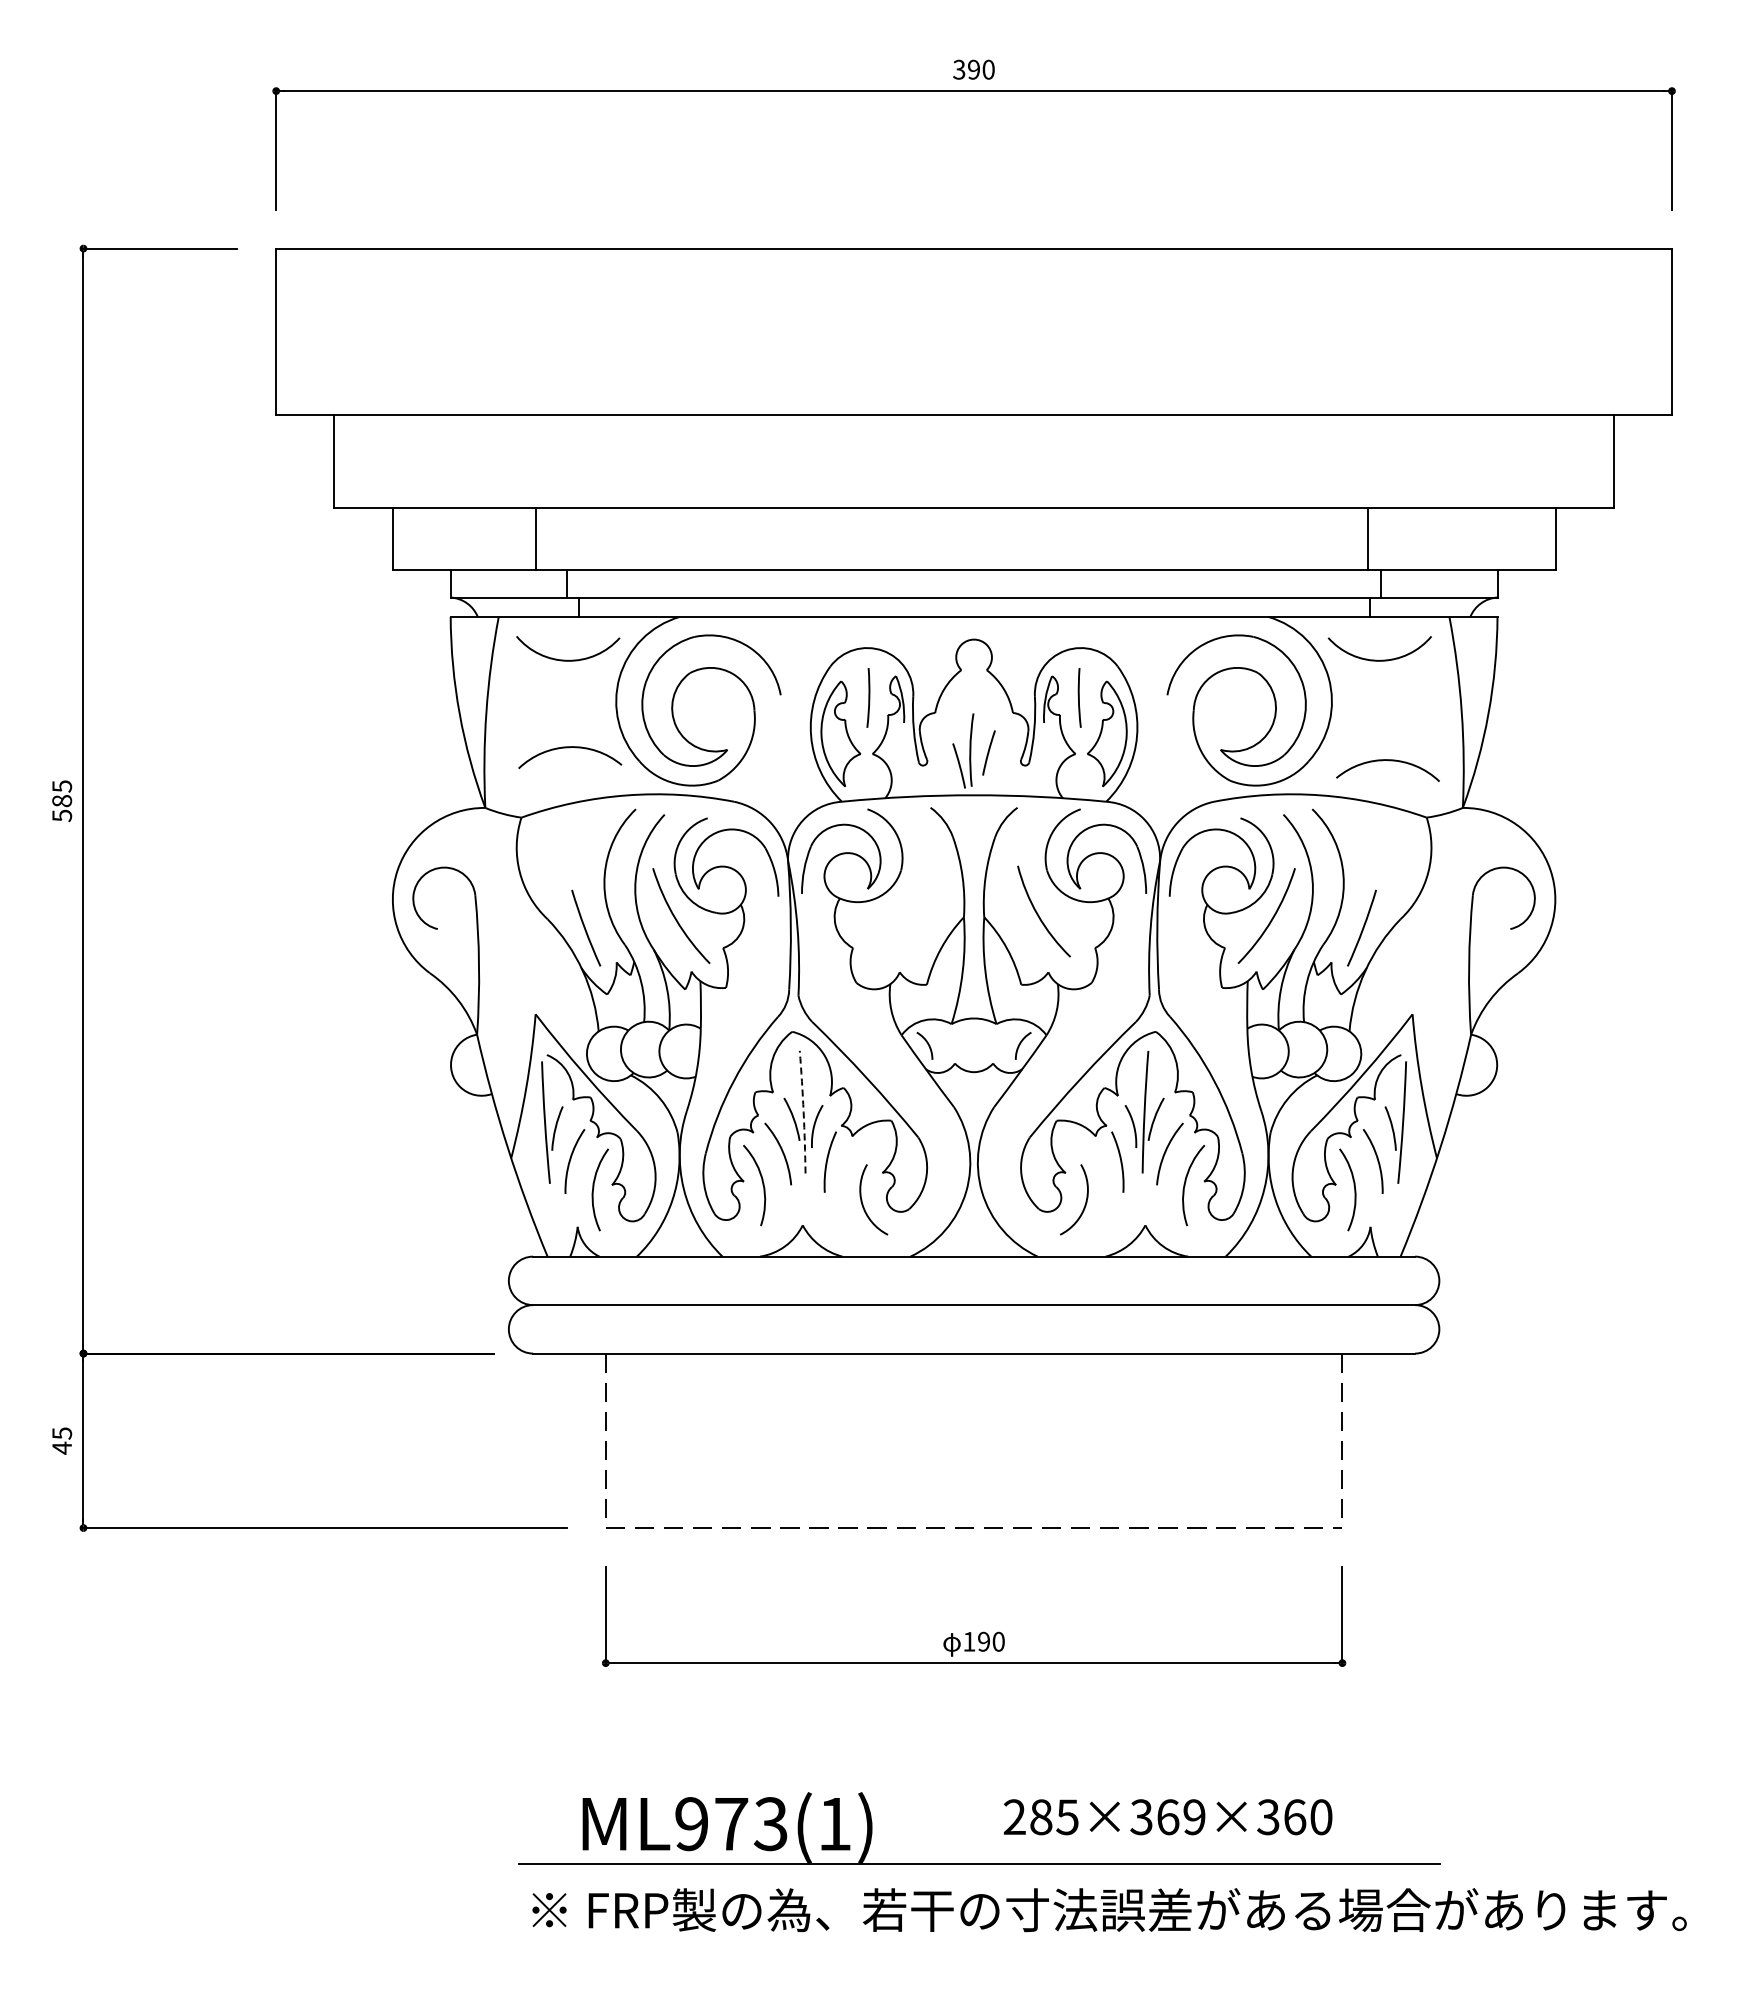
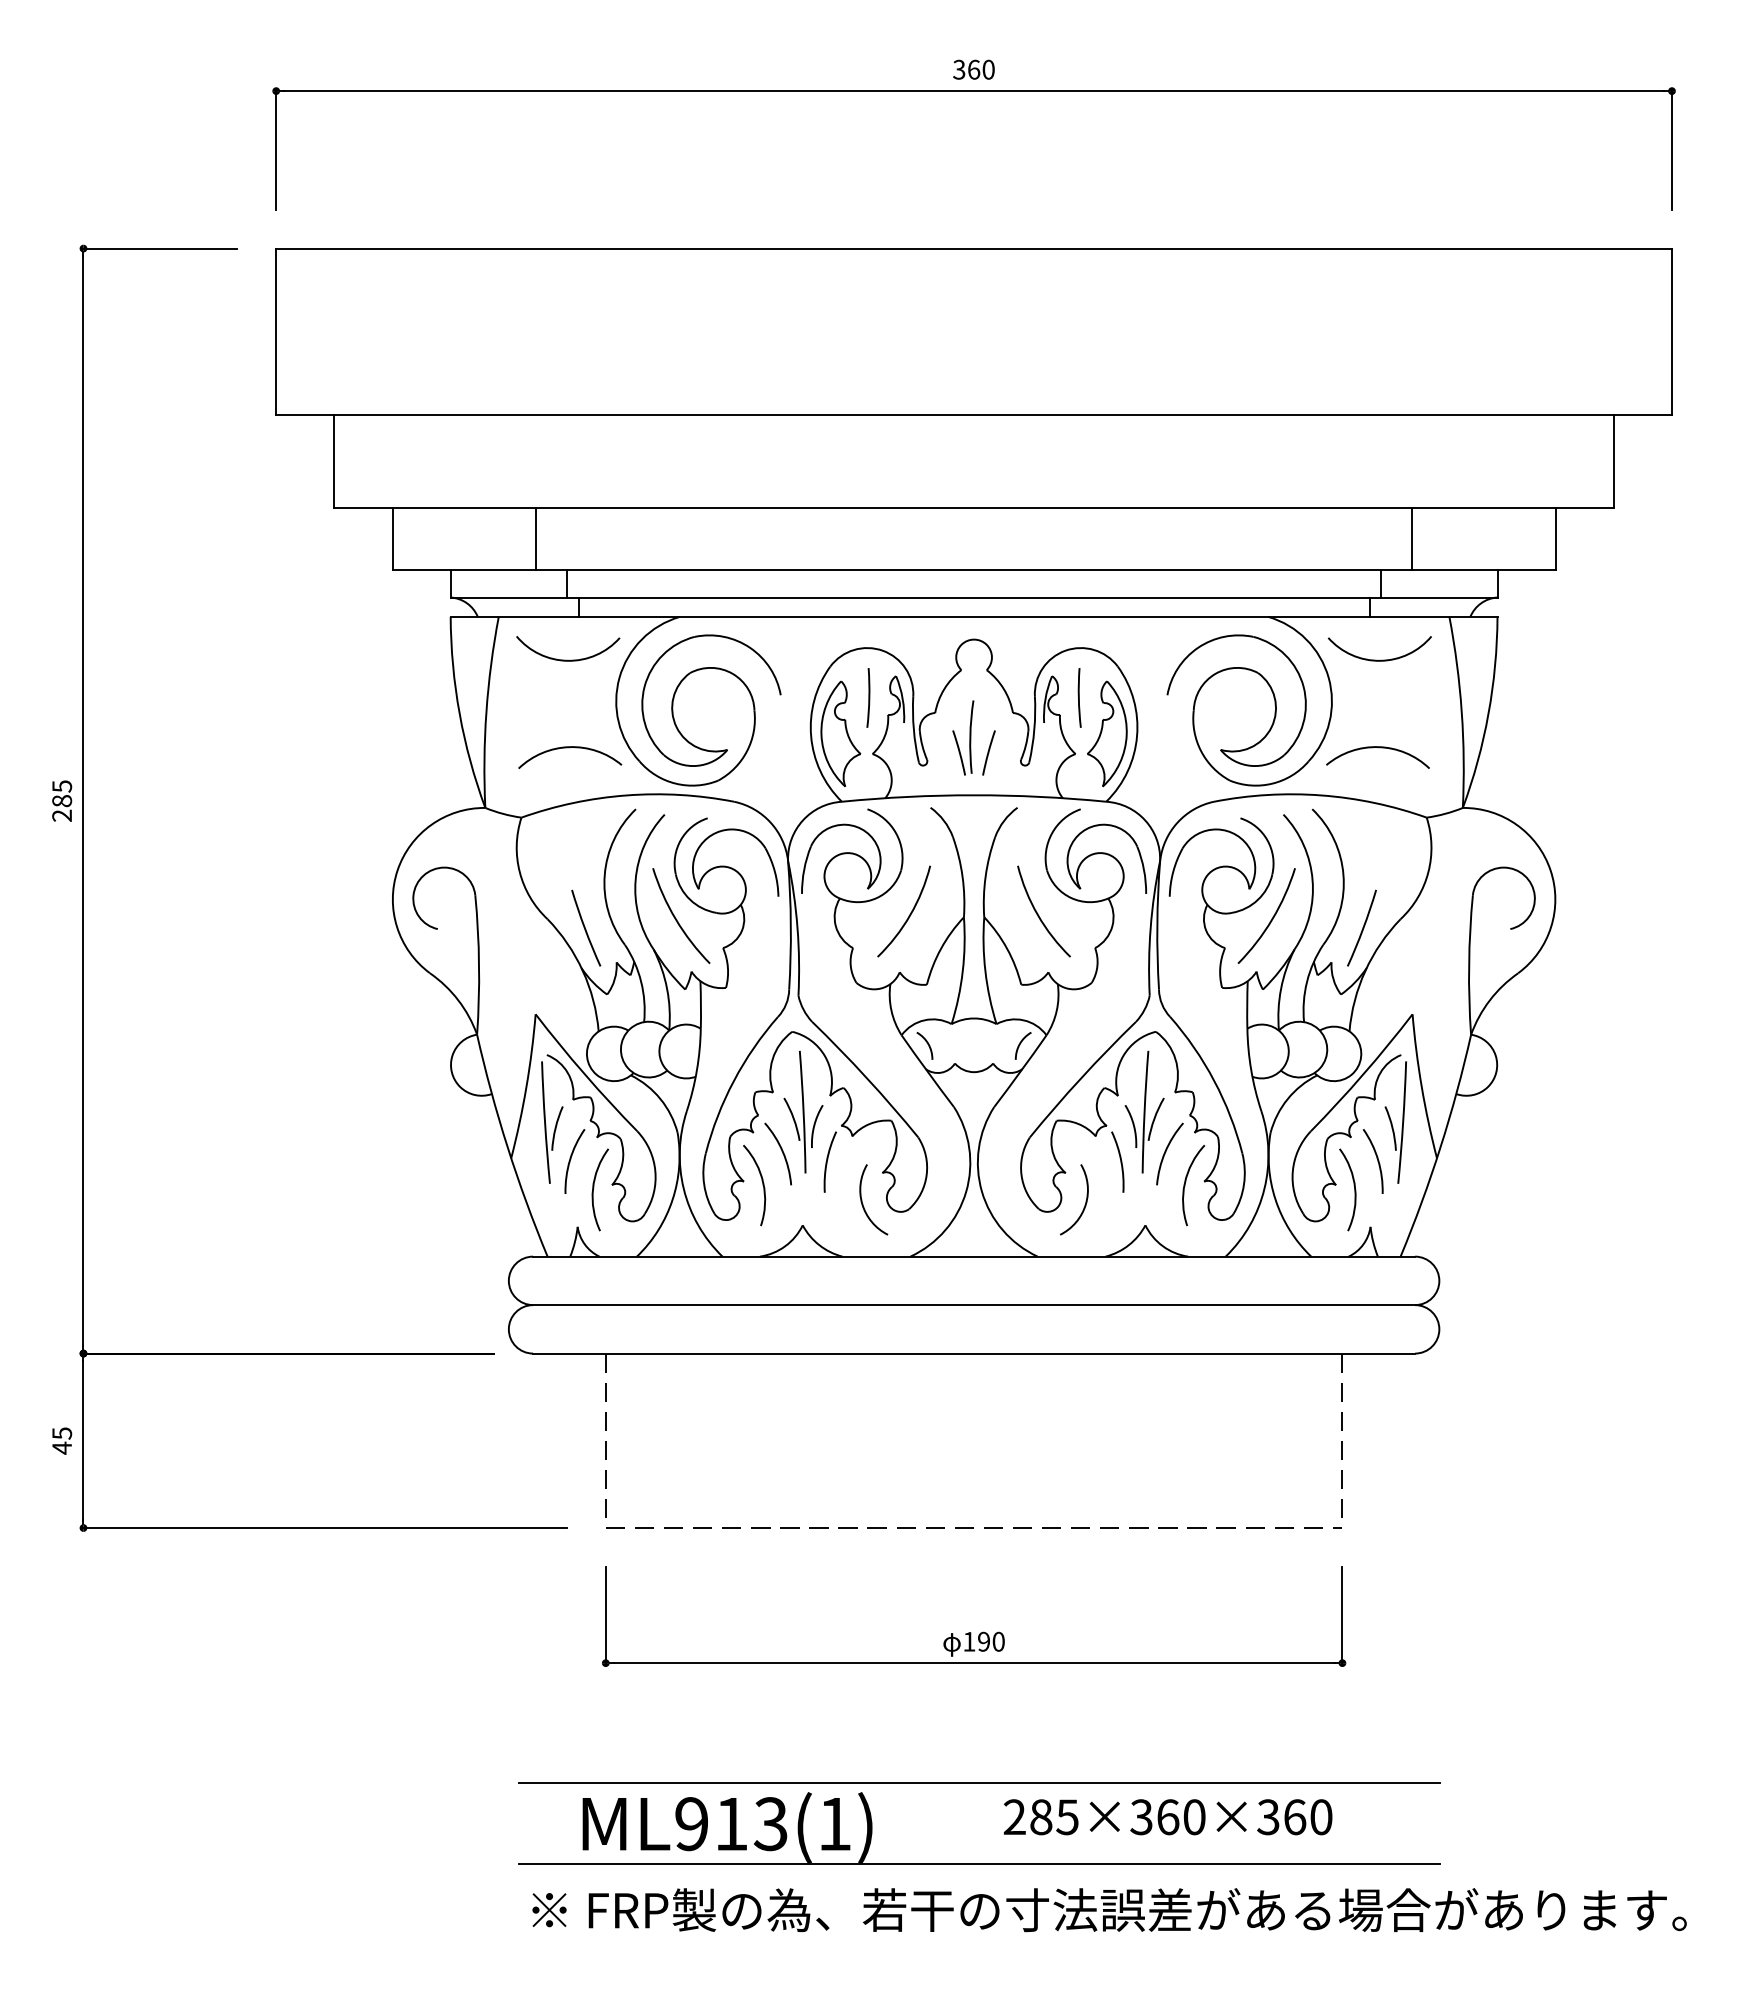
text at (974, 69): 390 -> 360
line at (1368, 539) position: (1368, 539) -> (1412, 539)
part at (963, 750) position: (963, 750) -> (963, 737)
arc at (1388, 761) position: (1388, 761) -> (1378, 748)
text at (62, 815): 585 -> 285
arc at (908, 915): none -> present
arc at (803, 1112): dashed -> solid
line at (979, 1782): none -> present
text at (1194, 1817): 285×369×360 -> 285×360×360
text at (731, 1824): ML973(1) -> ML913(1)
